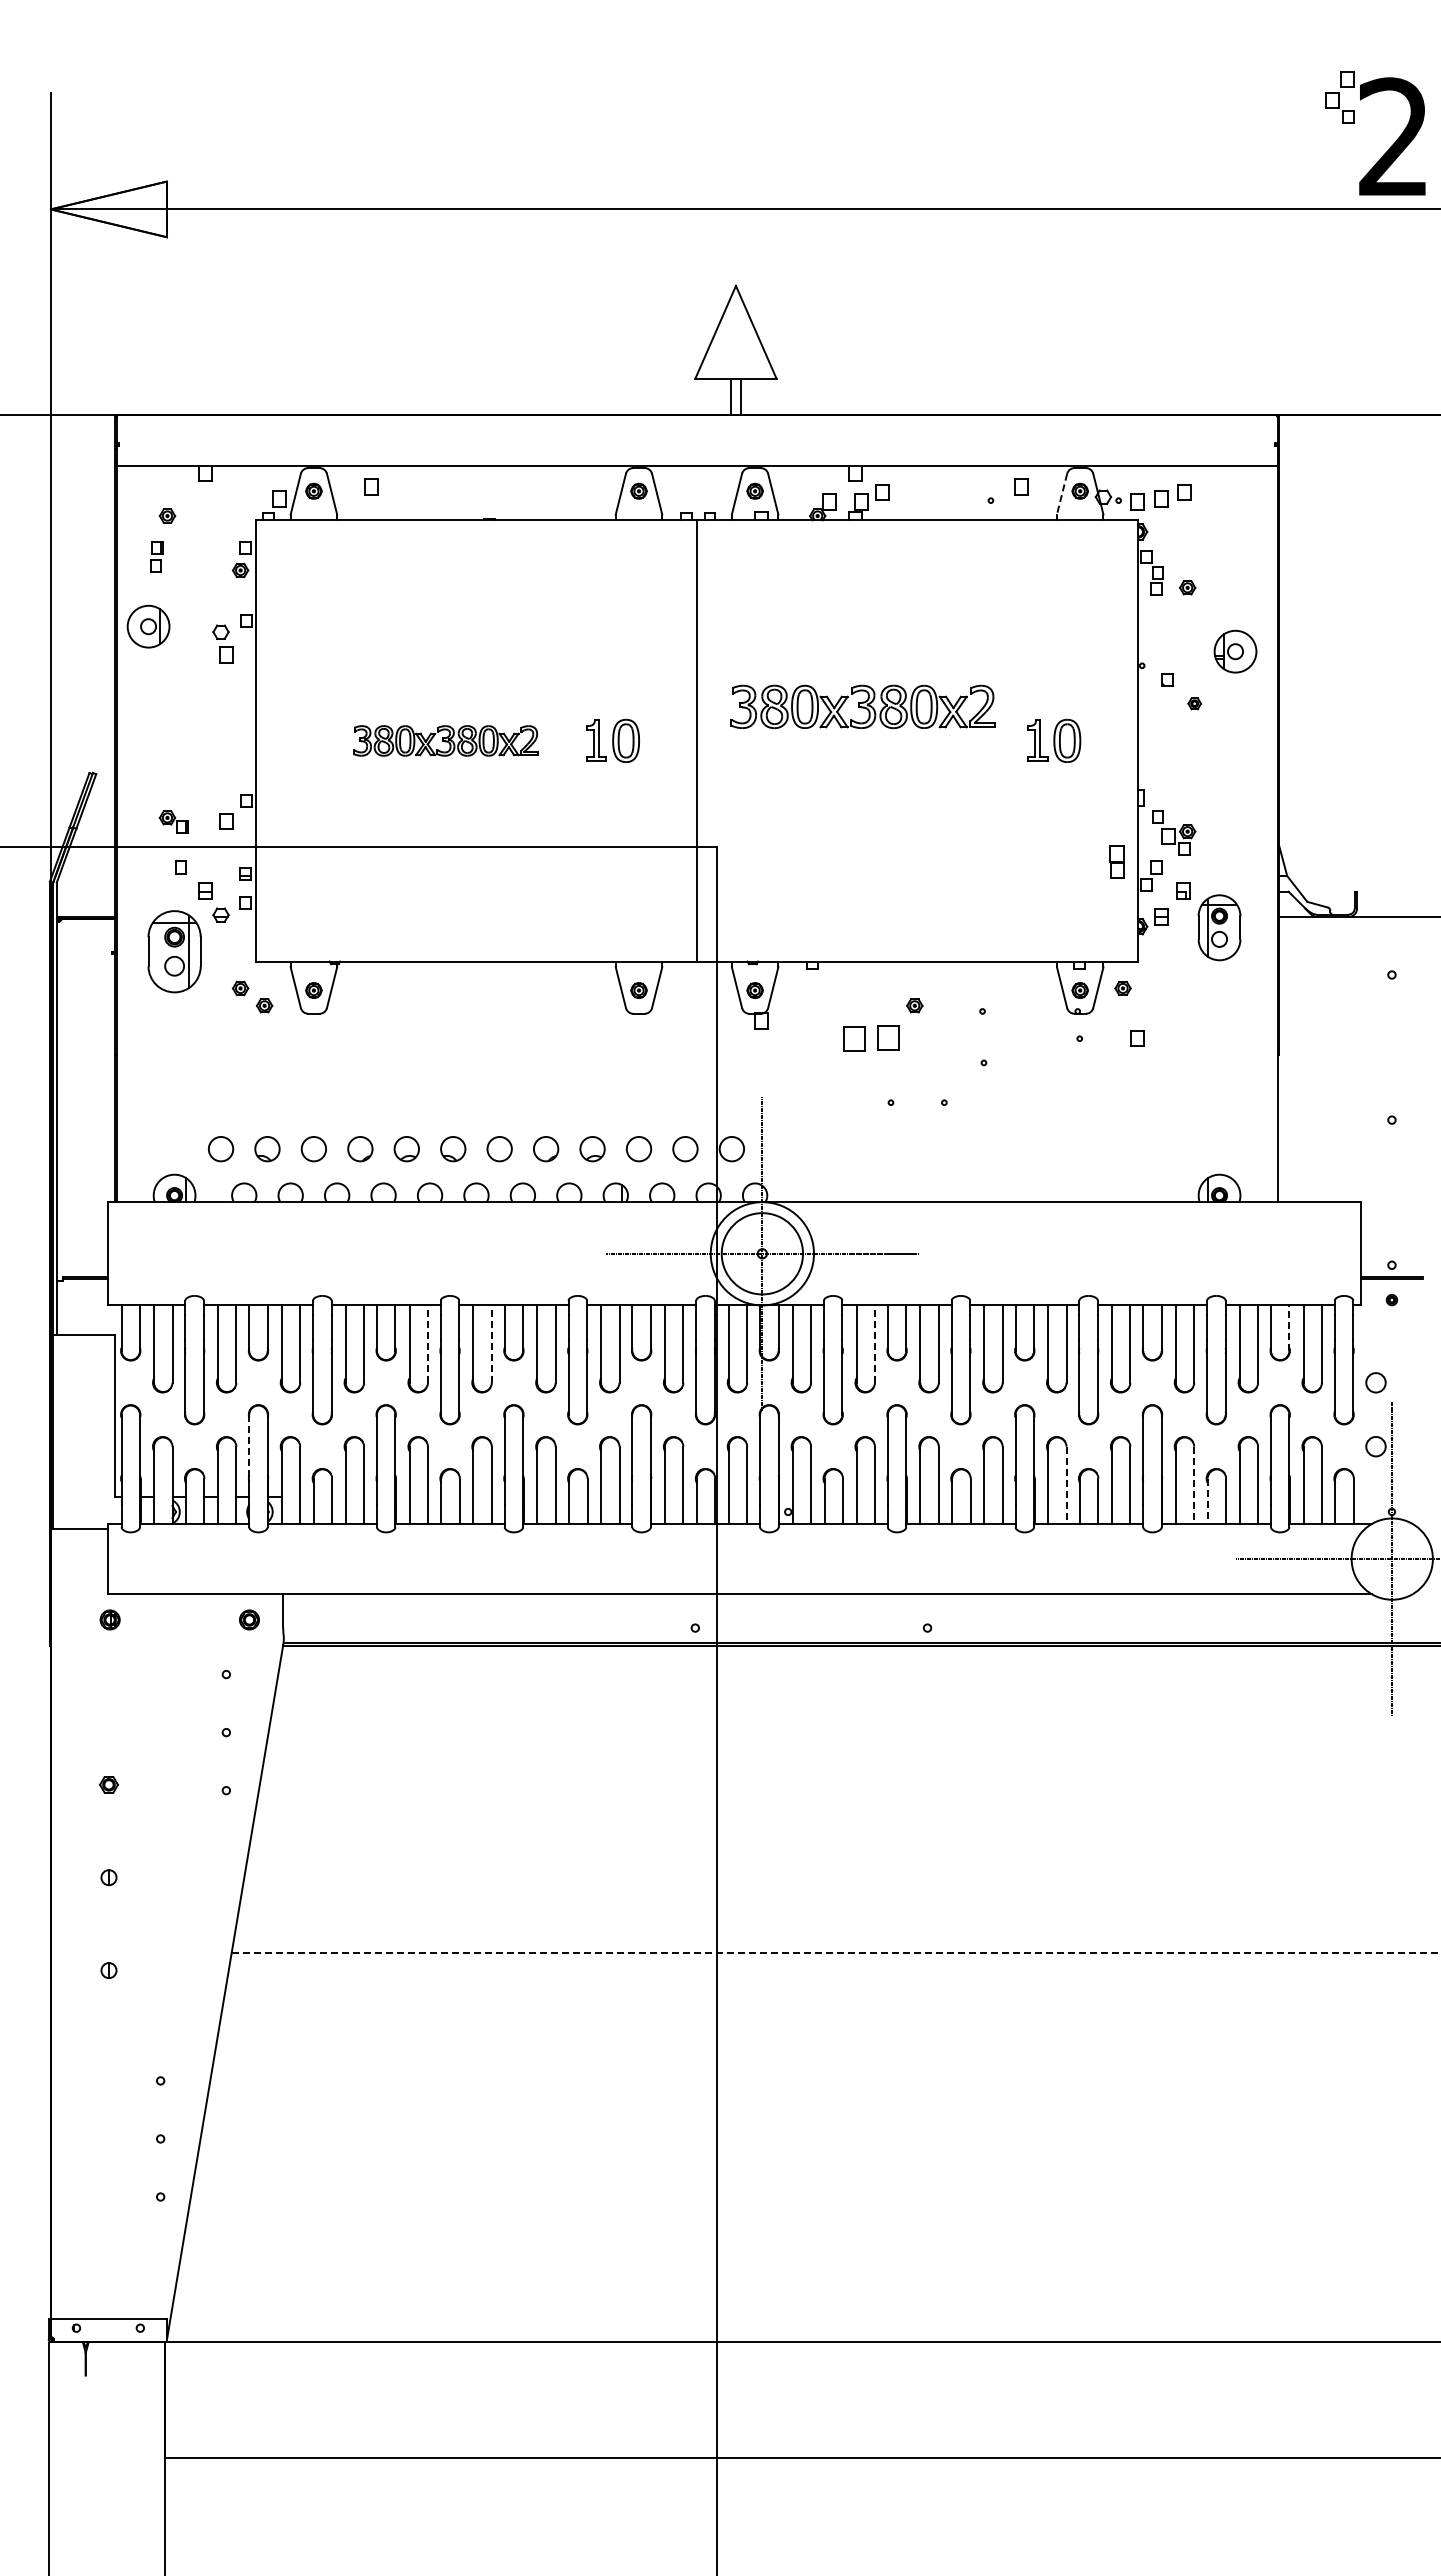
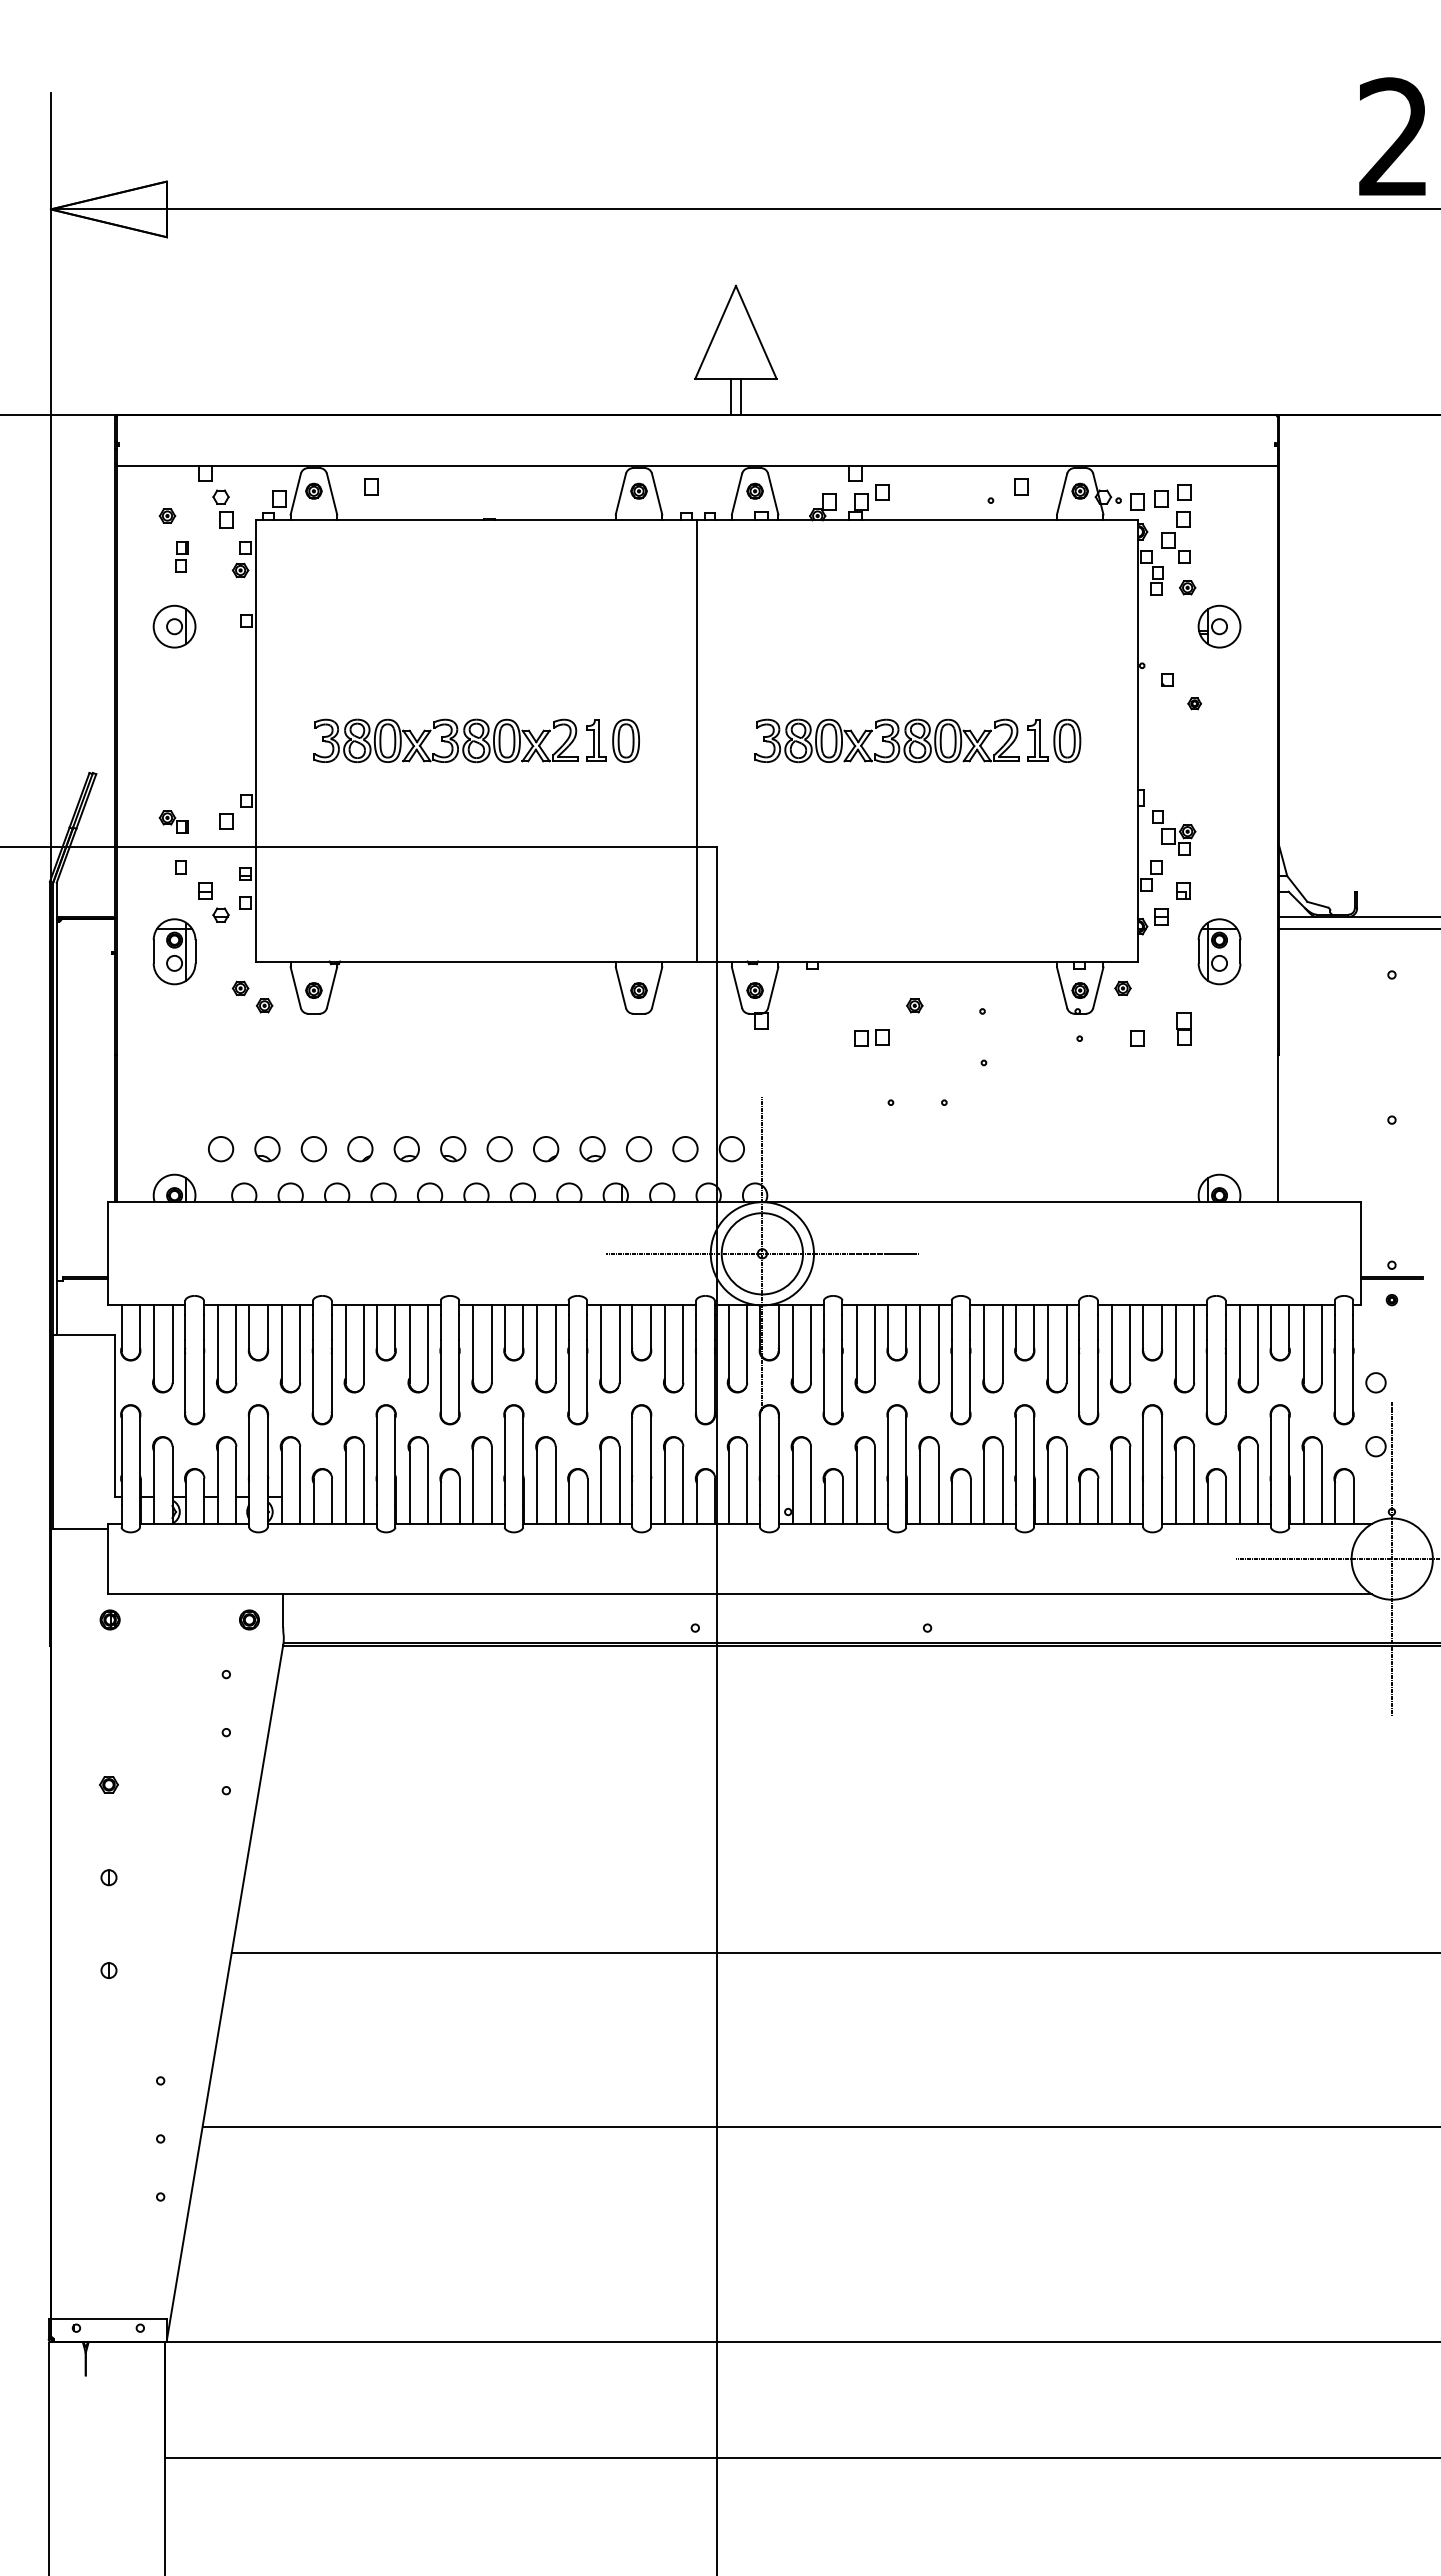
part at (1339, 97) position: (1339, 97) -> (1175, 537)
line at (1062, 494): dashed -> solid
part at (156, 556) position: (156, 556) -> (181, 556)
part at (148, 626) position: (148, 626) -> (174, 626)
part at (222, 643) position: (222, 643) -> (222, 508)
part at (1235, 651) position: (1235, 651) -> (1219, 626)
part at (862, 706) position: (862, 706) -> (886, 740)
part at (445, 740) size: 186x32 px -> 266x46 px
part at (1116, 861) position: (1116, 861) -> (1183, 1028)
part at (1219, 927) position: (1219, 927) -> (1219, 951)
line at (1358, 928): none -> present
part at (174, 951) size: 55x84 px -> 45x68 px
part at (871, 1038) size: 57x27 px -> 36x18 px
line at (1289, 1328): dashed -> solid
line at (427, 1344): dashed -> solid
line at (491, 1344): dashed -> solid
line at (874, 1344): dashed -> solid
line at (249, 1447): dashed -> solid
line at (1066, 1485): dashed -> solid
line at (1194, 1485): dashed -> solid
line at (1207, 1501): dashed -> solid
line at (836, 1953): dashed -> solid
line at (819, 2127): none -> present
